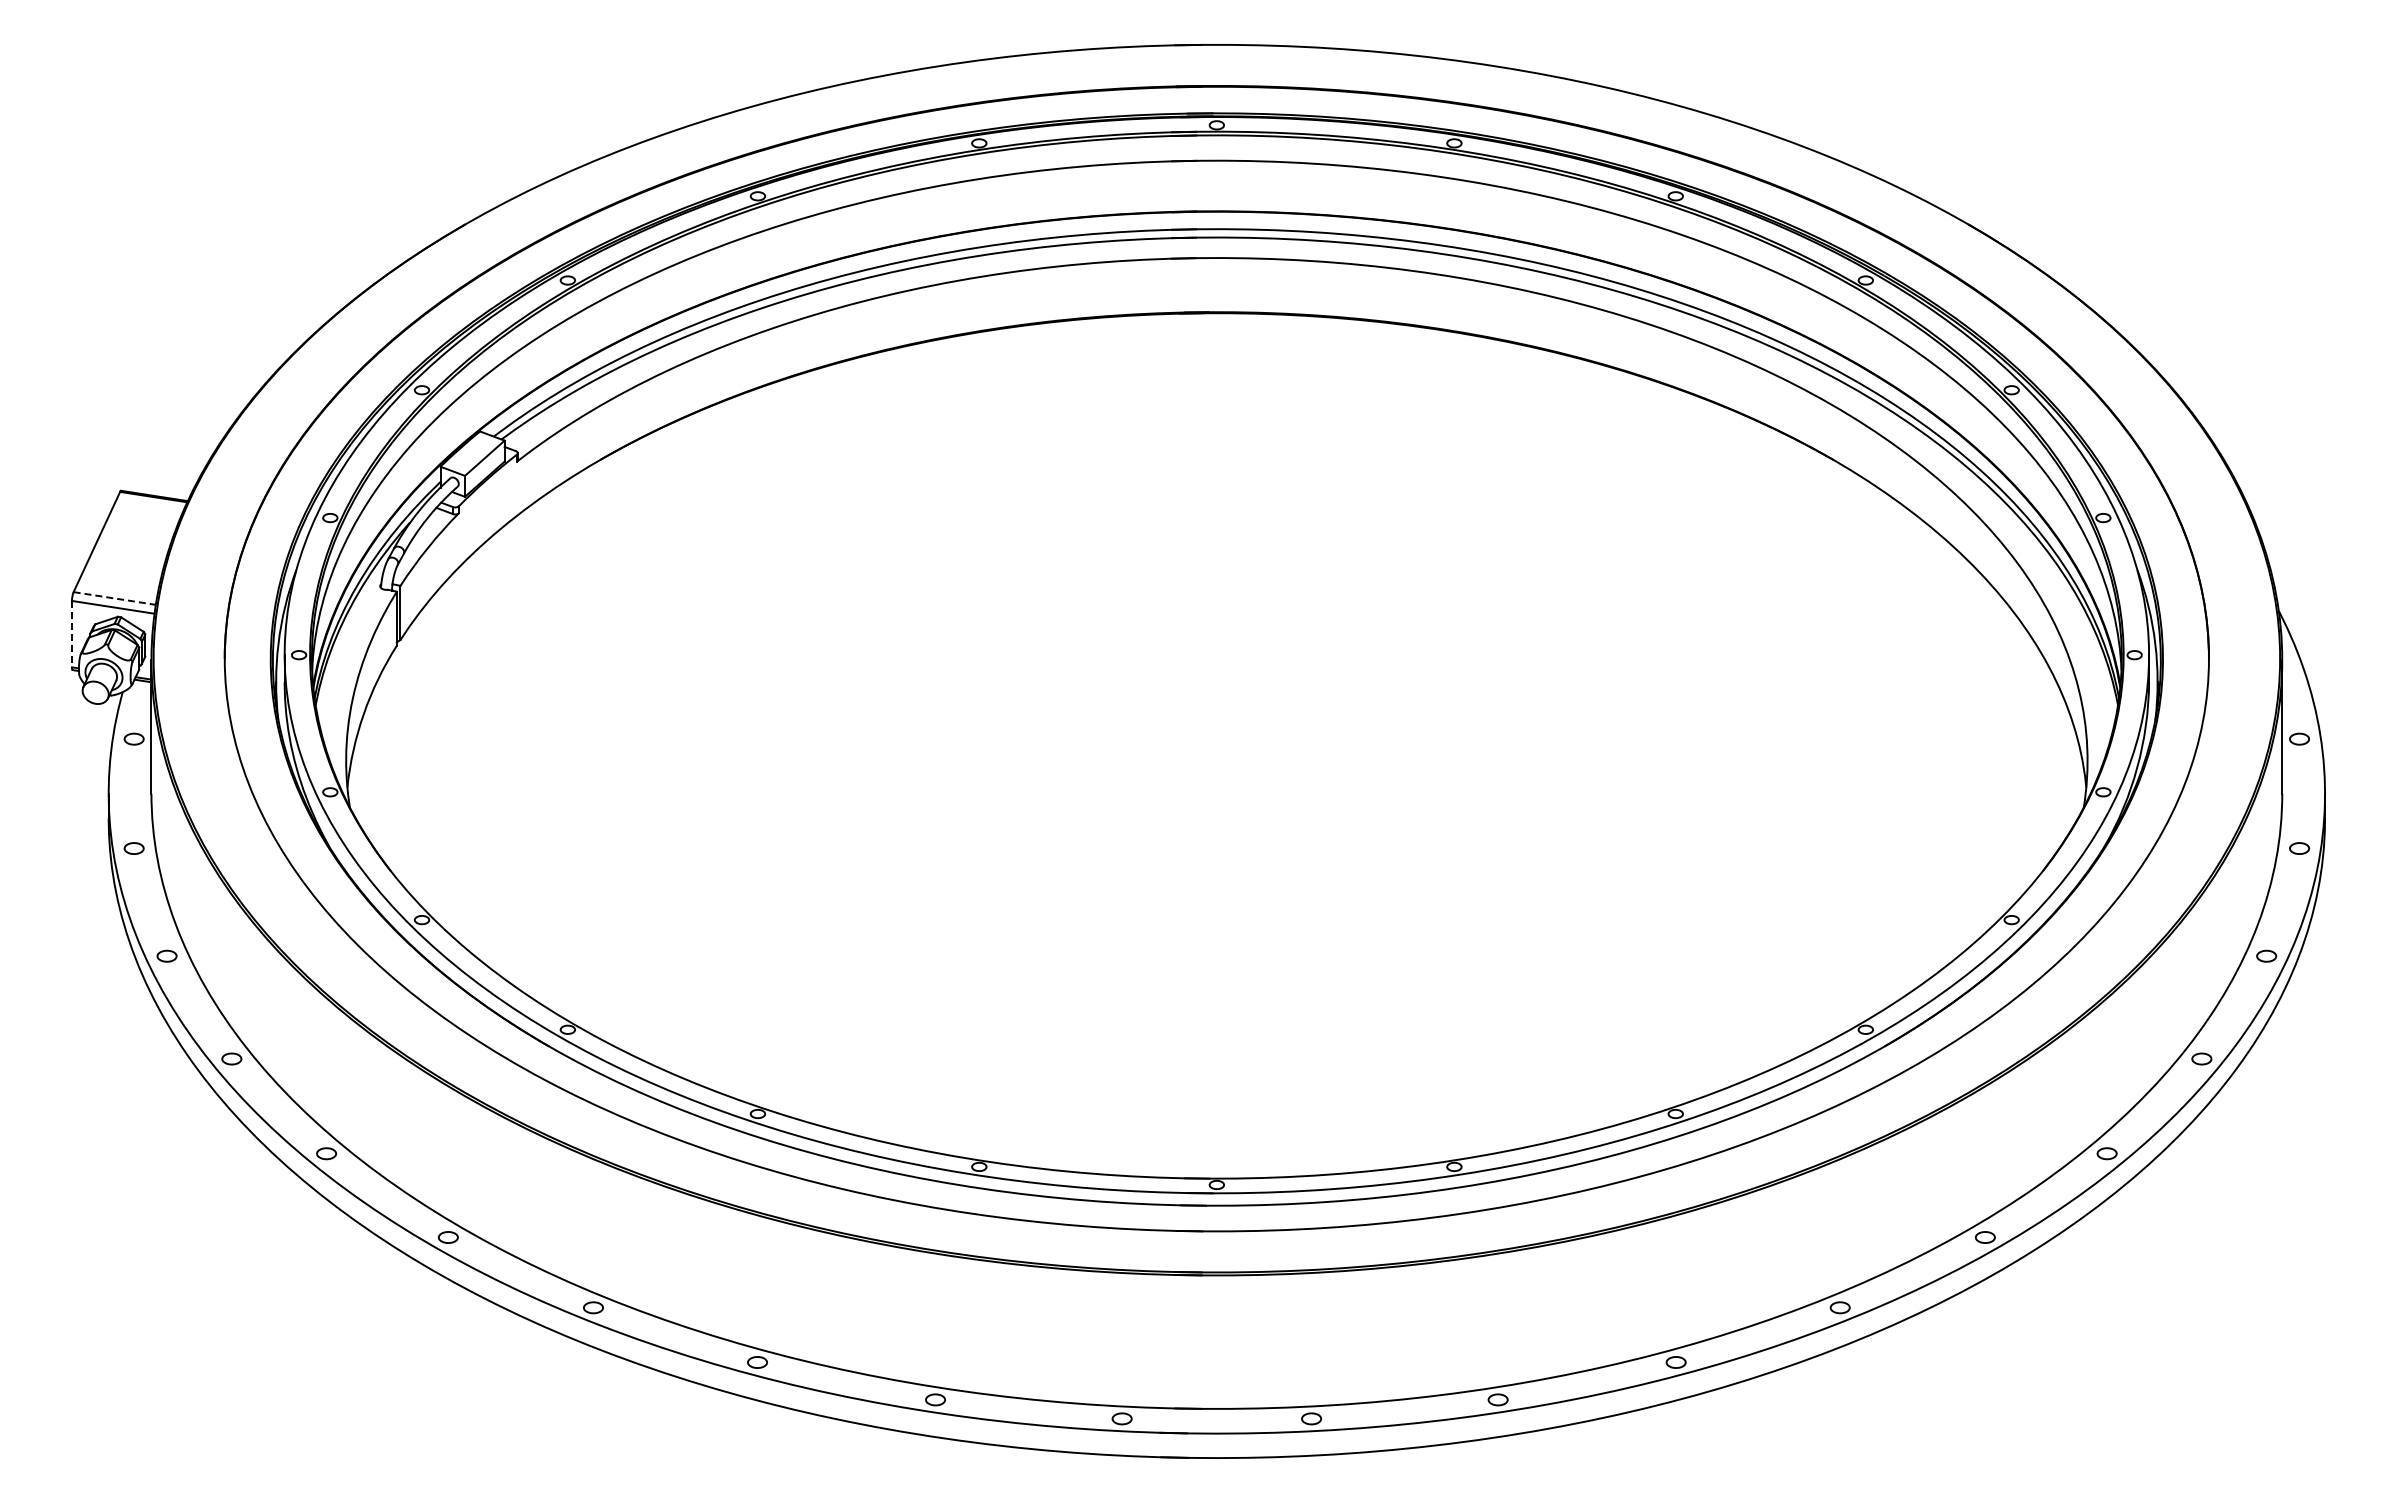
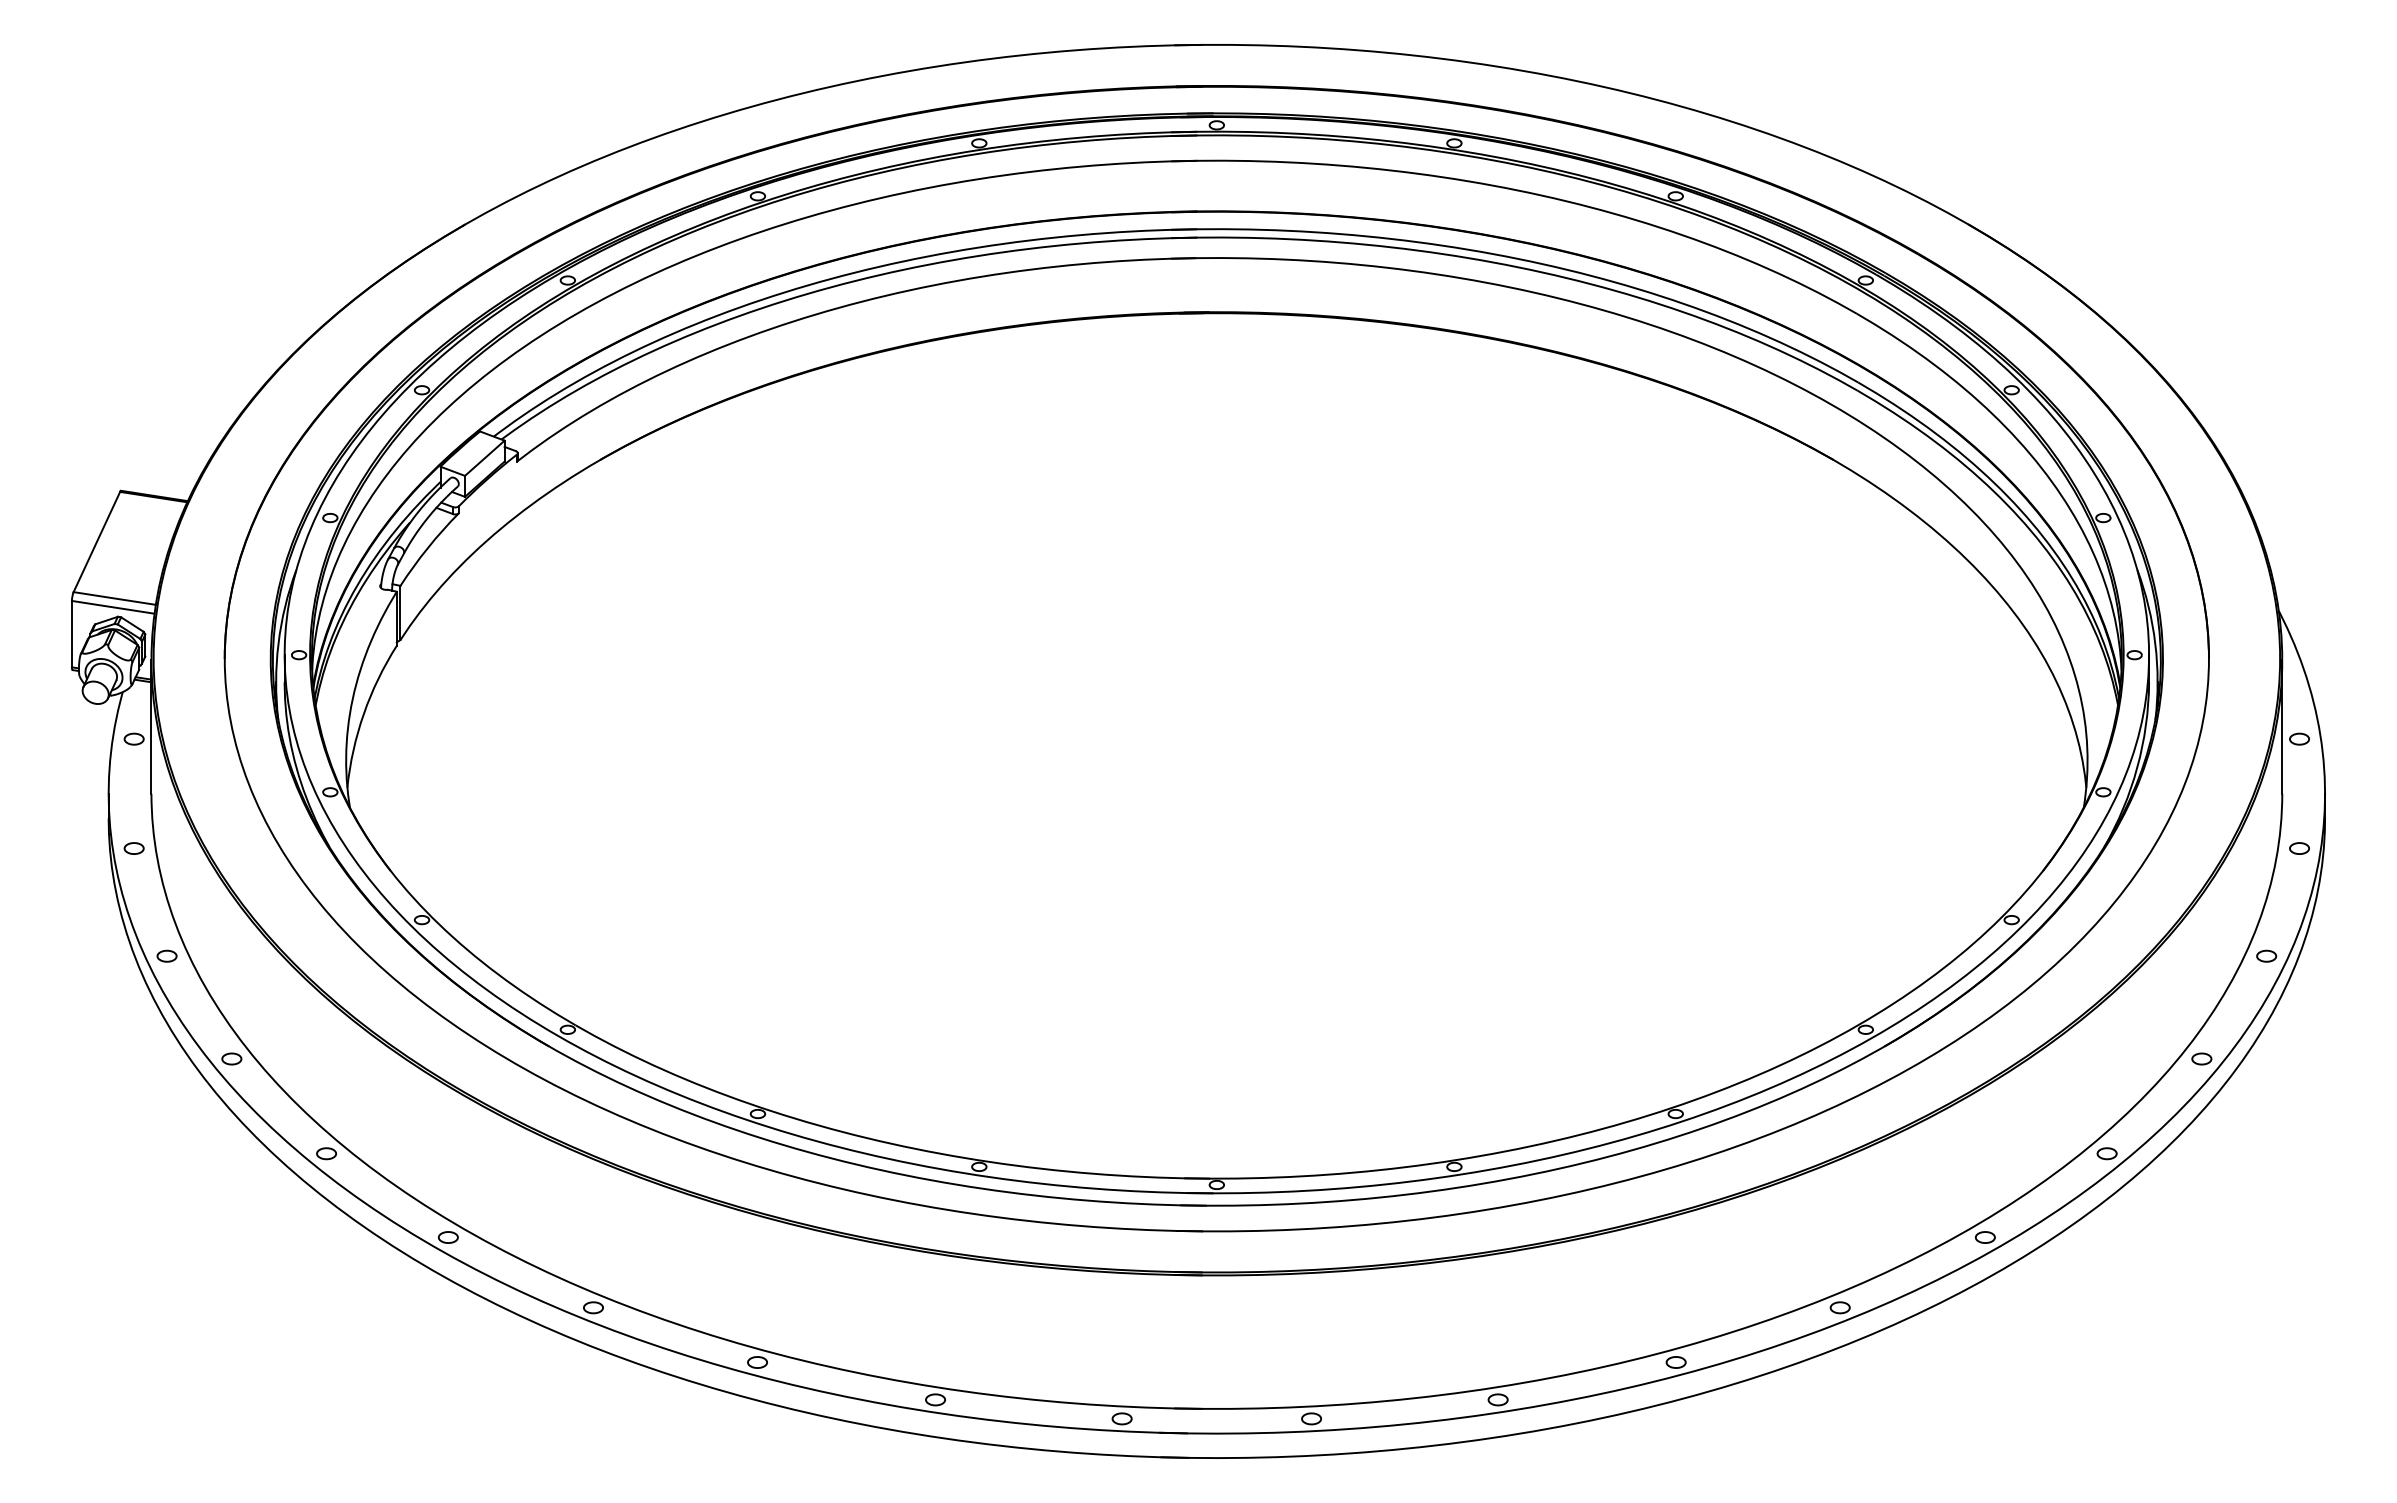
line at (114, 598): dashed -> solid
line at (71, 634): dashed -> solid
